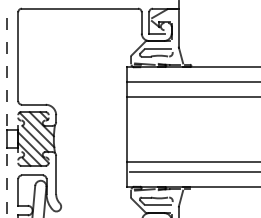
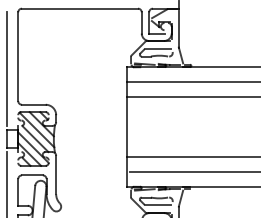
line at (6, 69): dashed -> solid
line at (191, 162) position: (191, 162) -> (191, 157)
line at (6, 184): dashed -> solid
